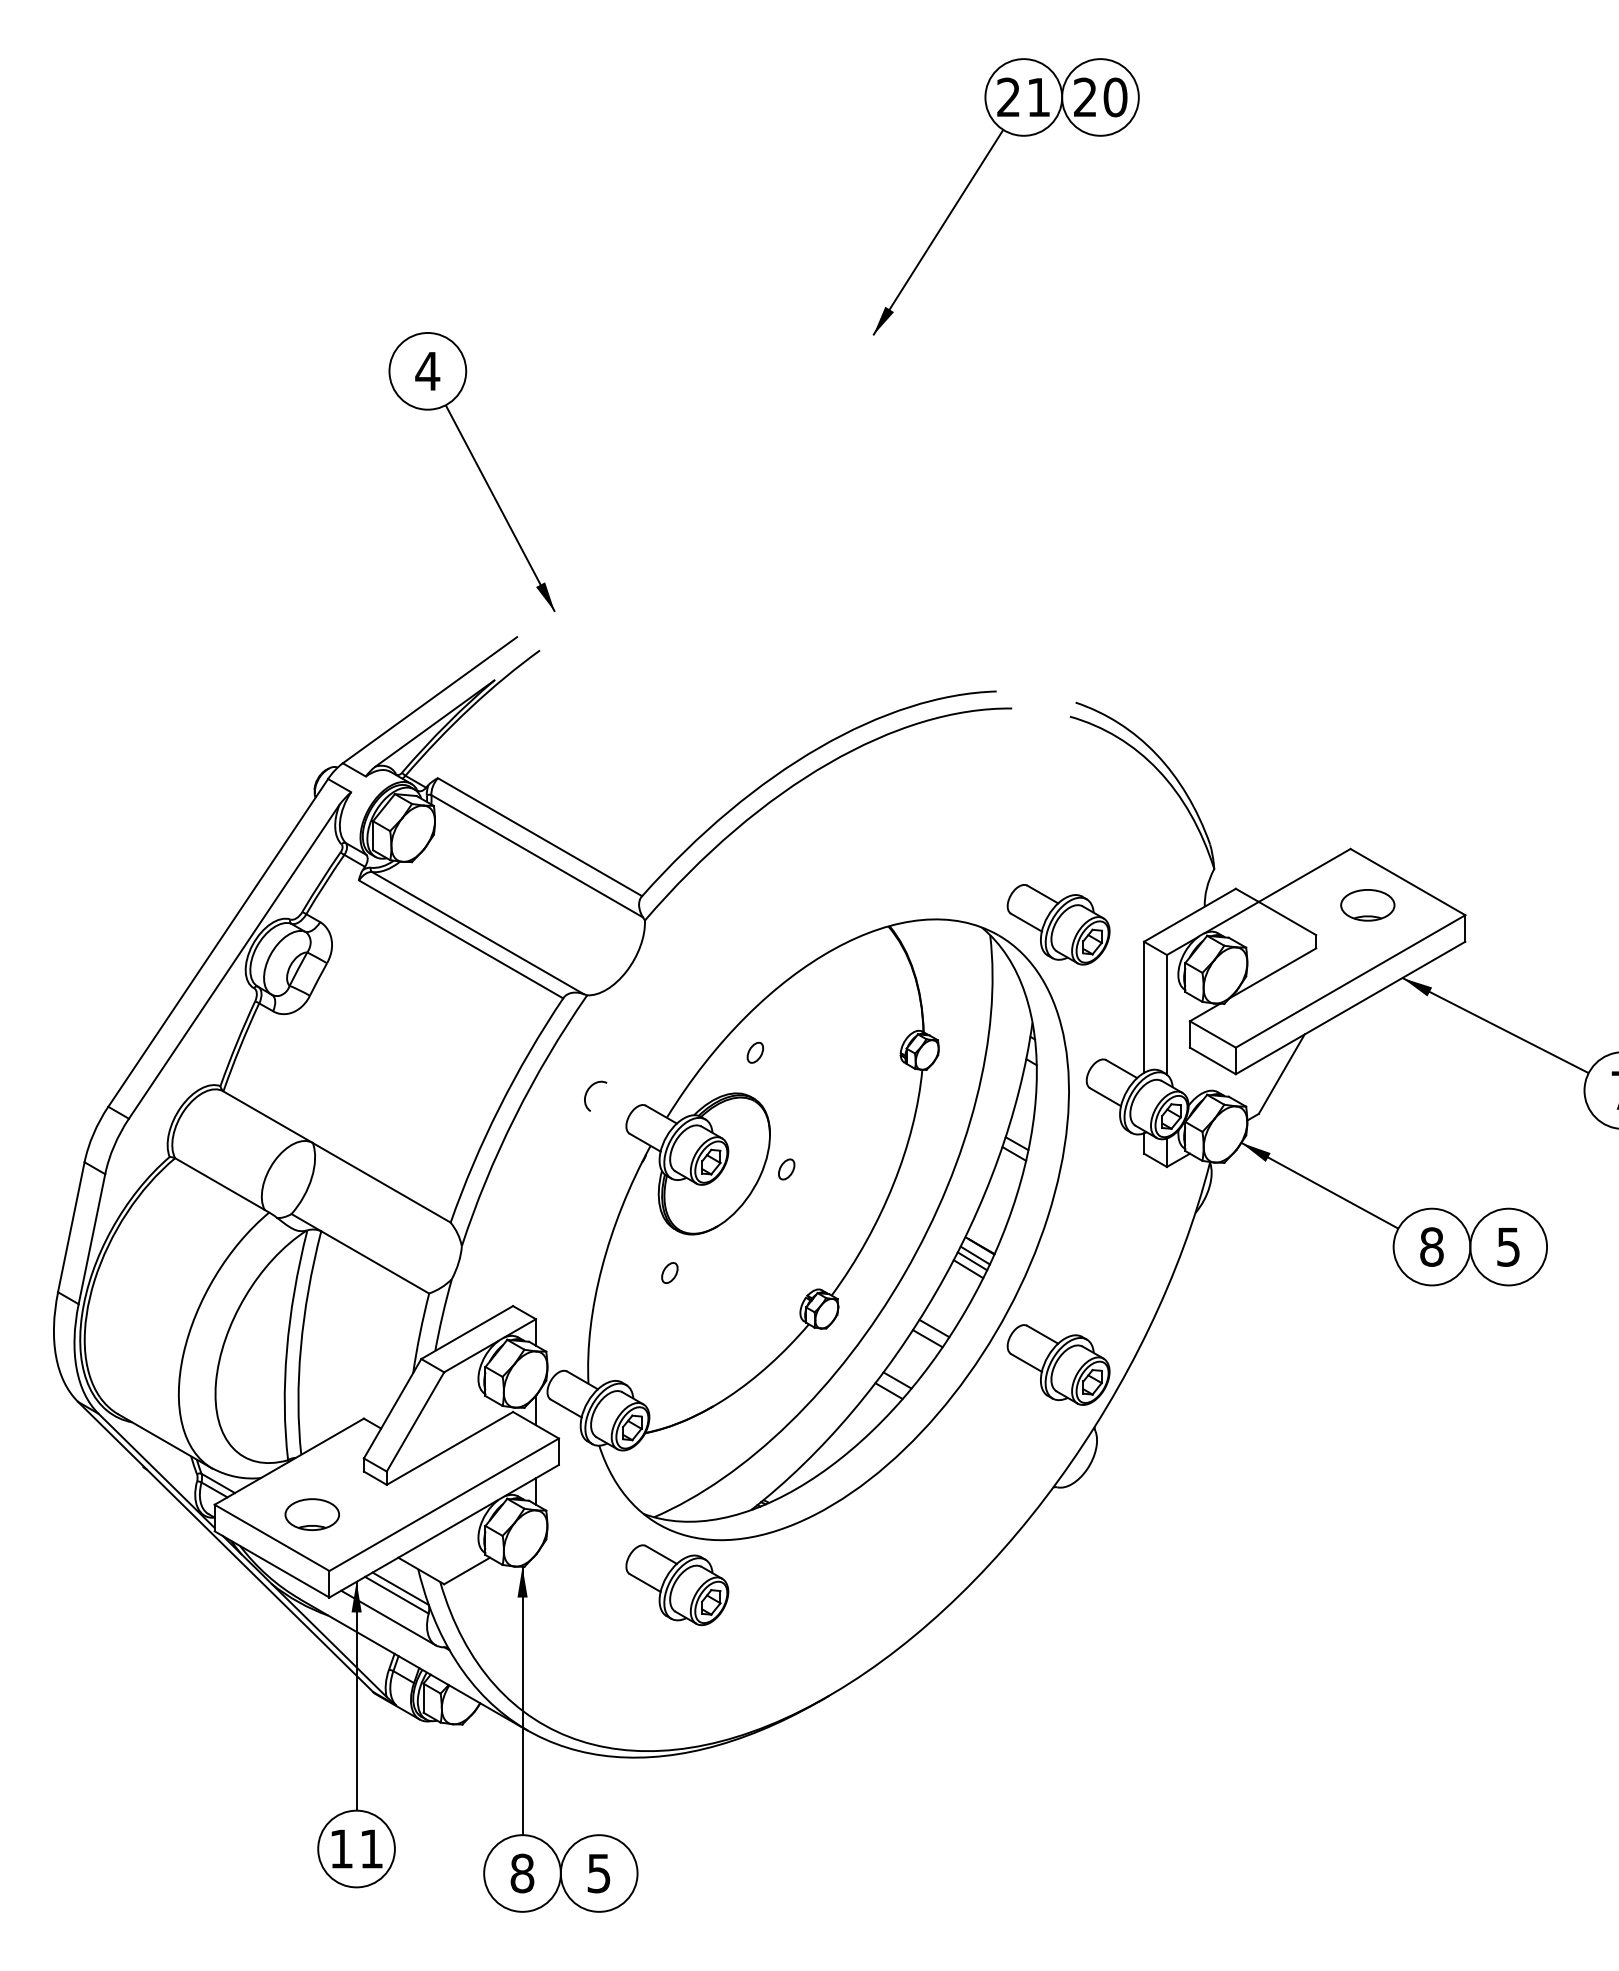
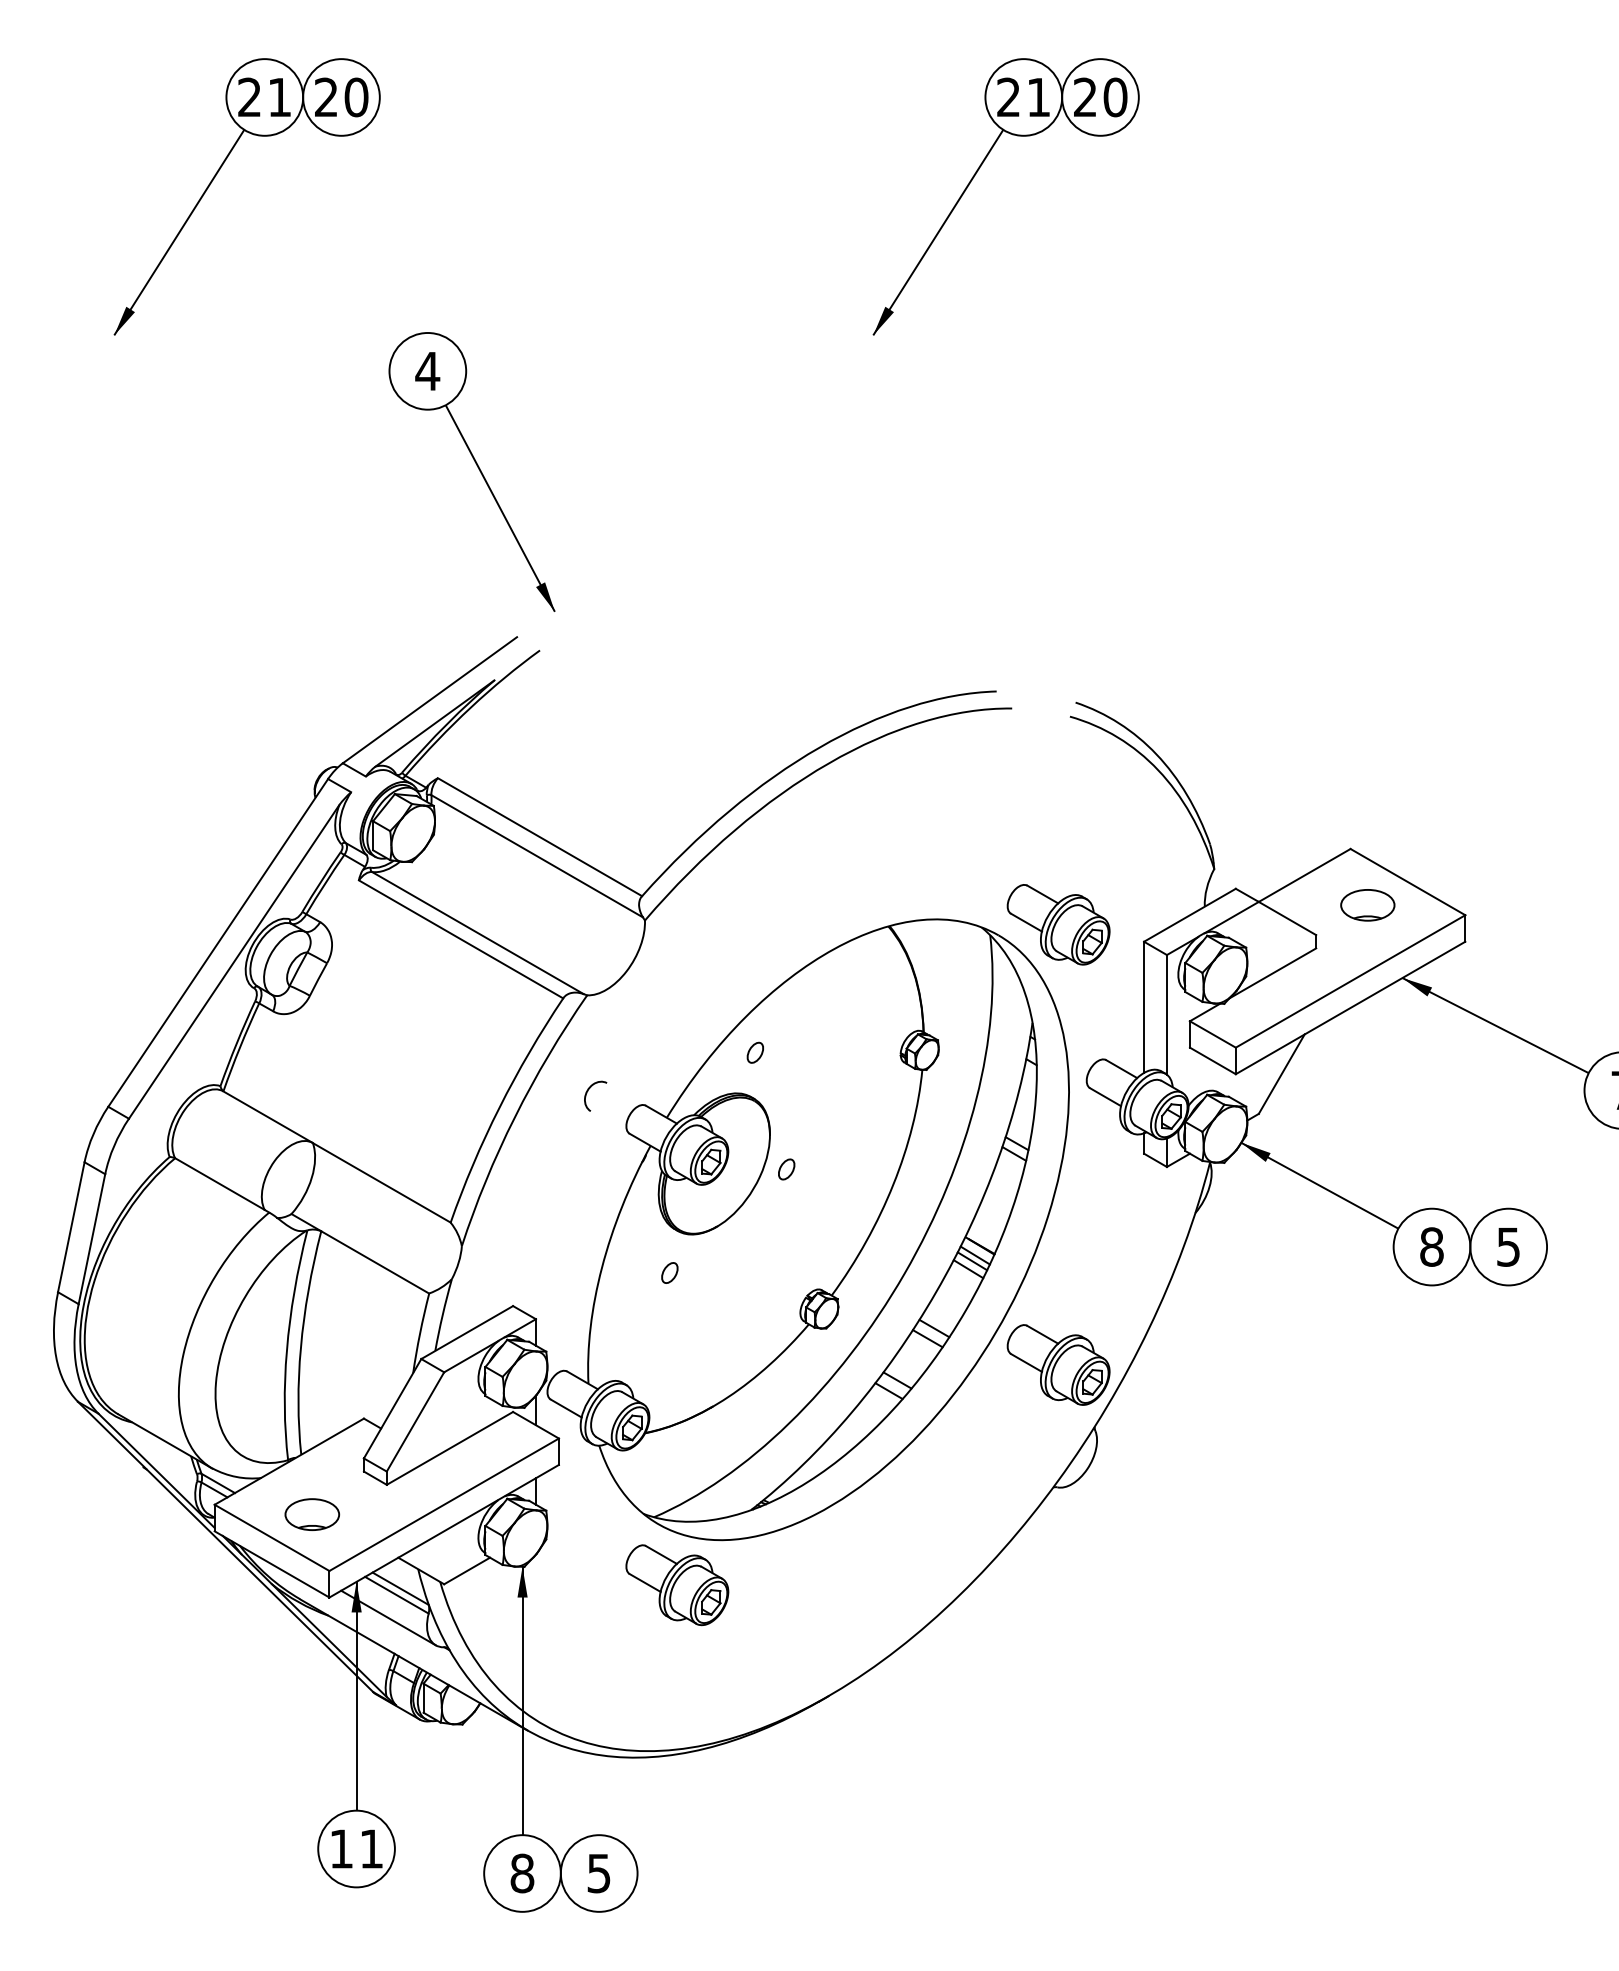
part at (215, 177): none -> present
